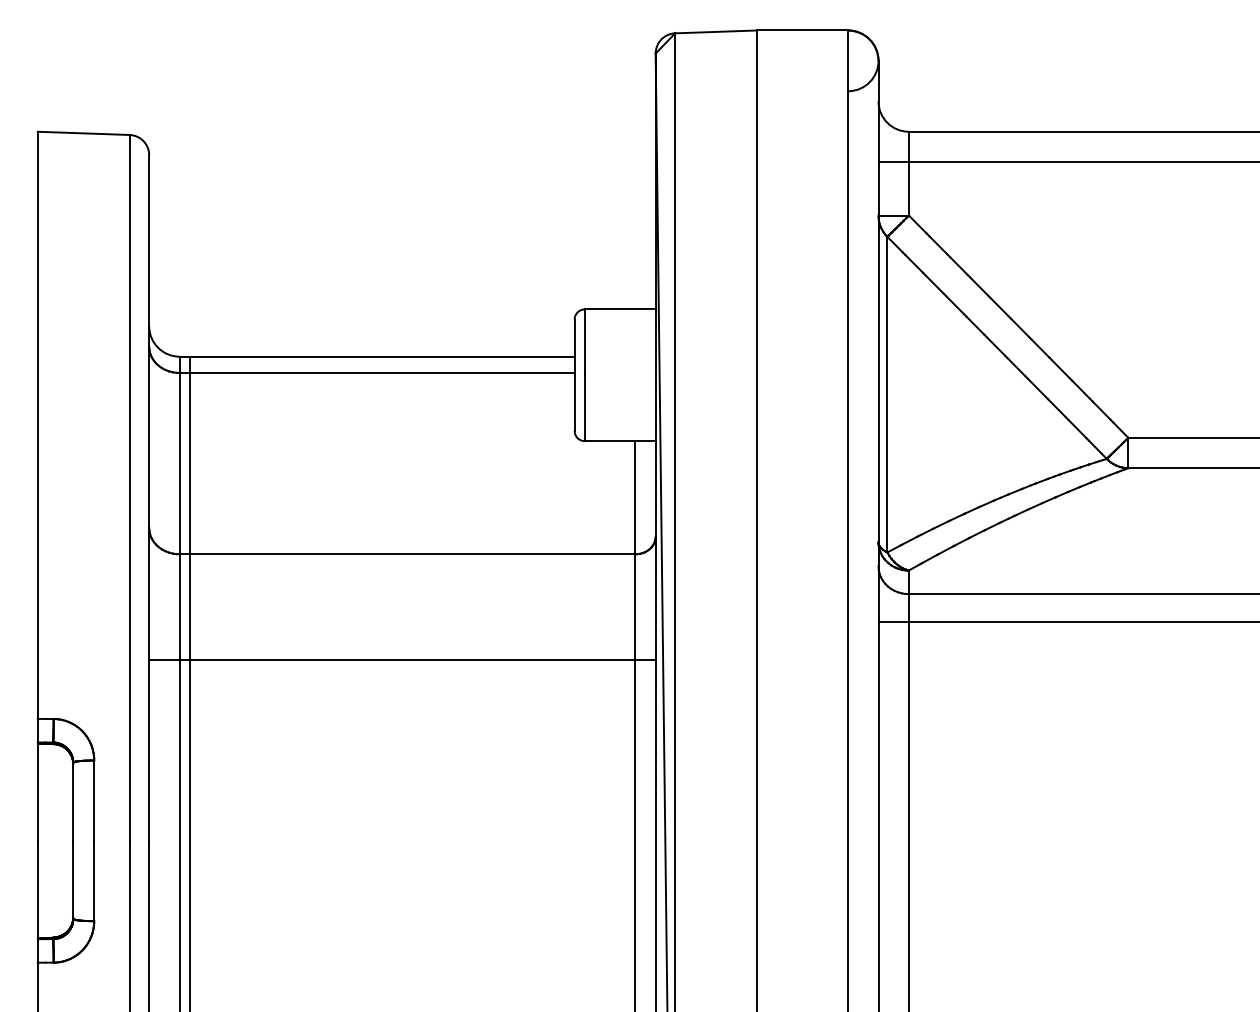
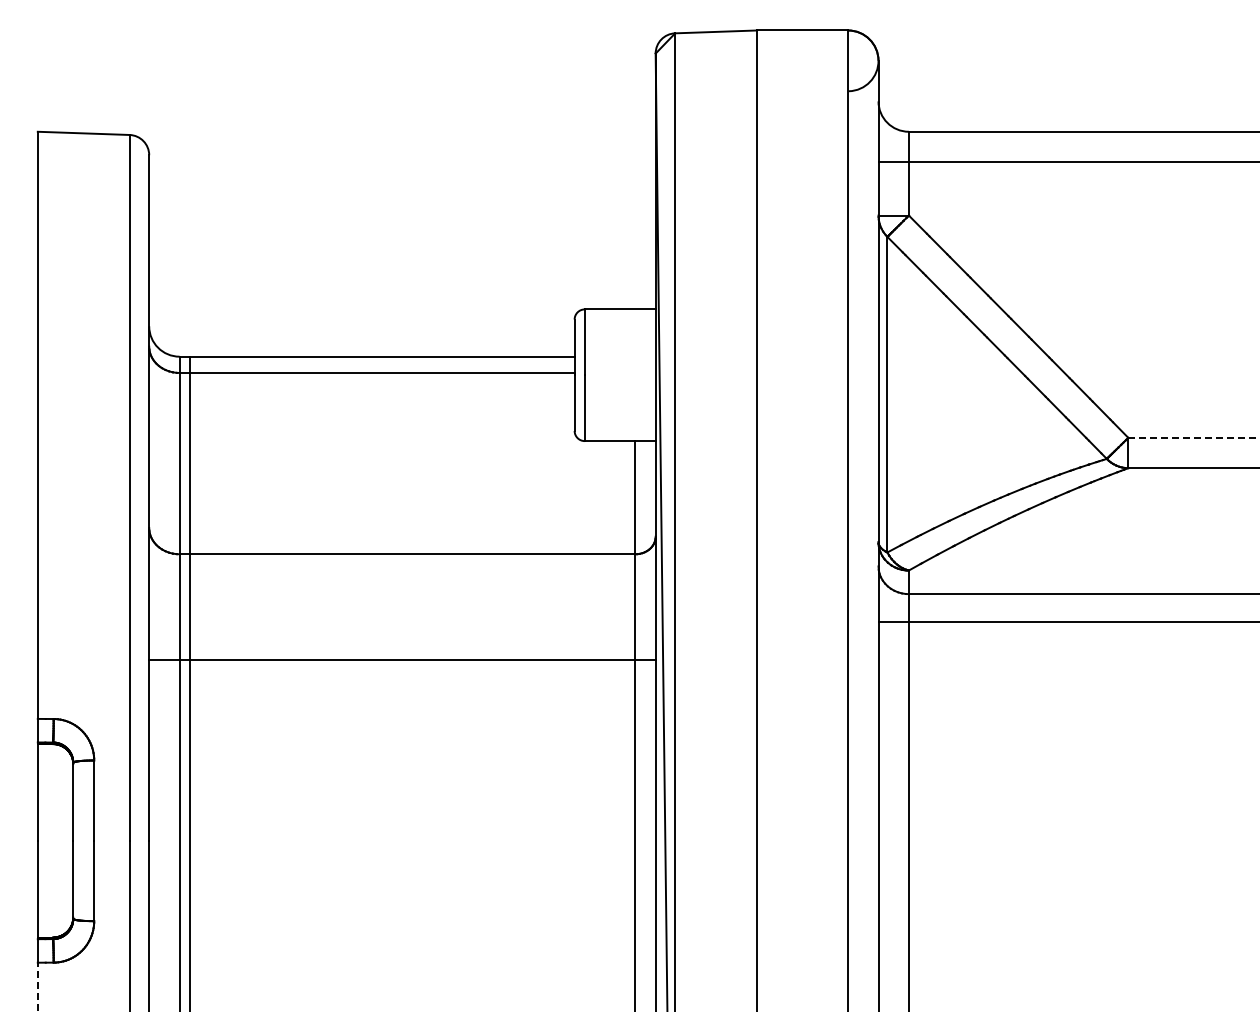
line at (1194, 437): solid -> dashed
line at (37, 986): solid -> dashed
